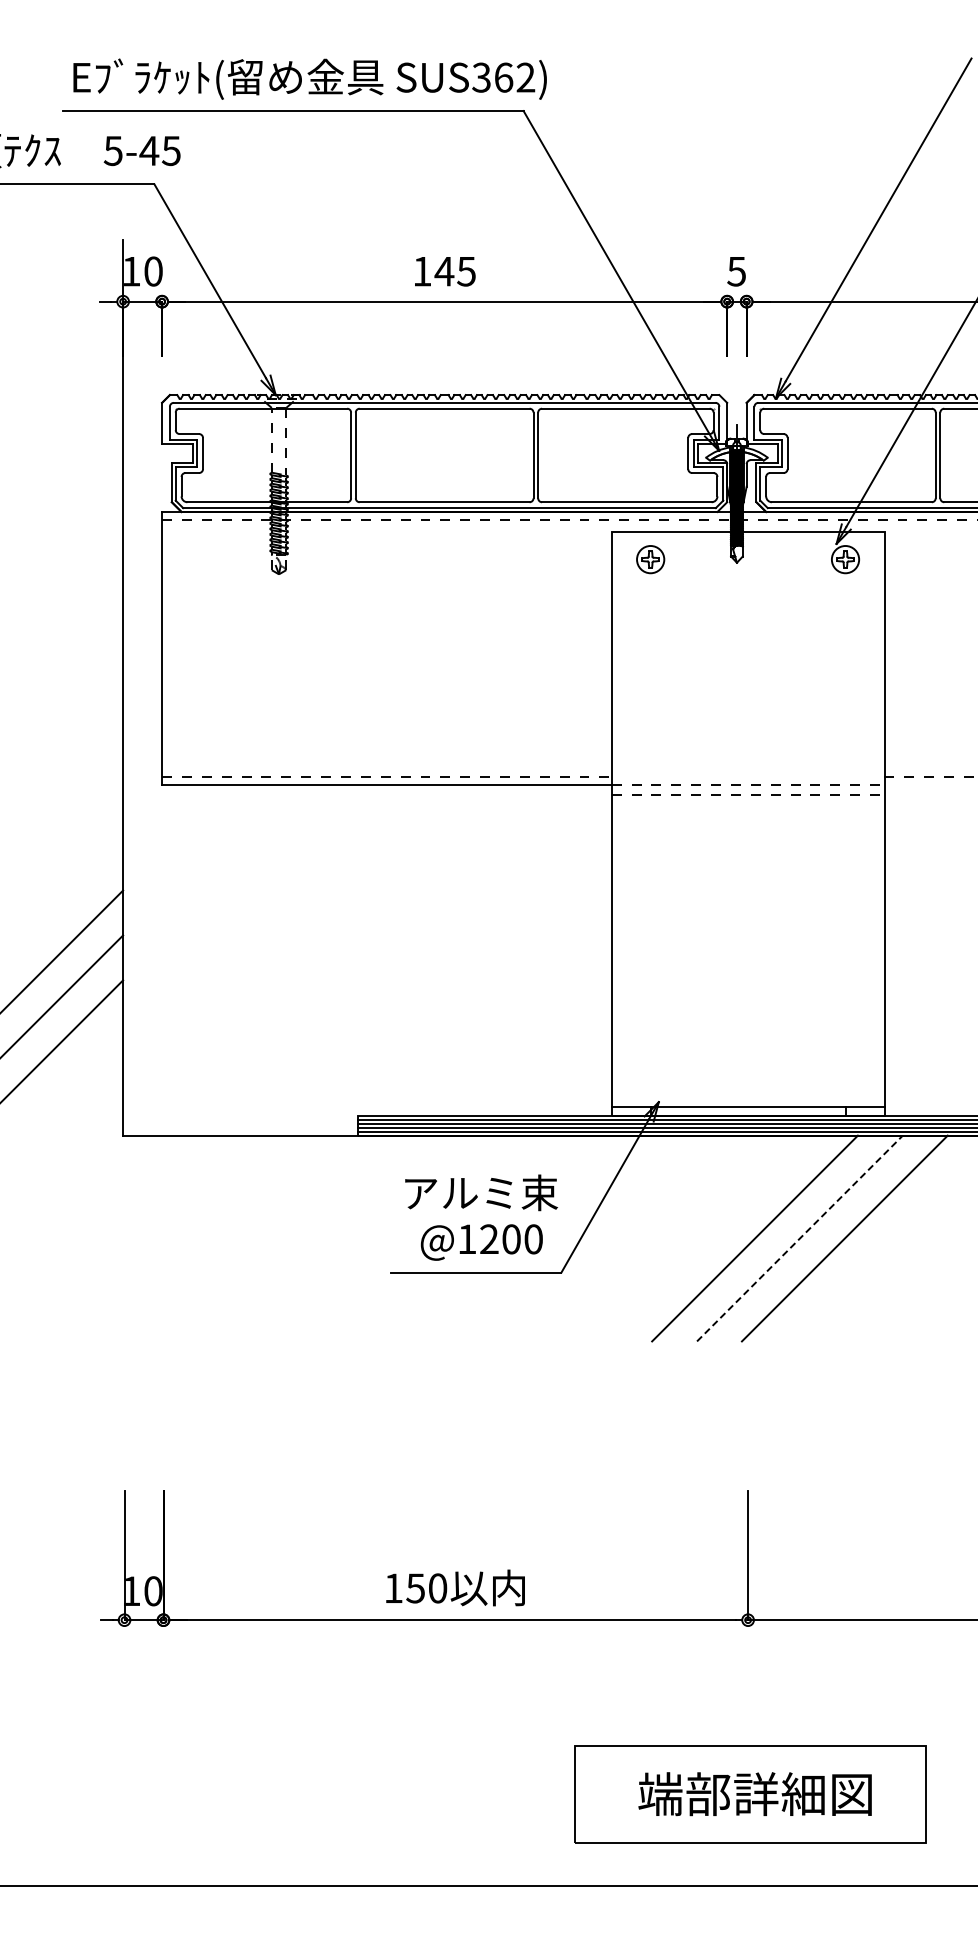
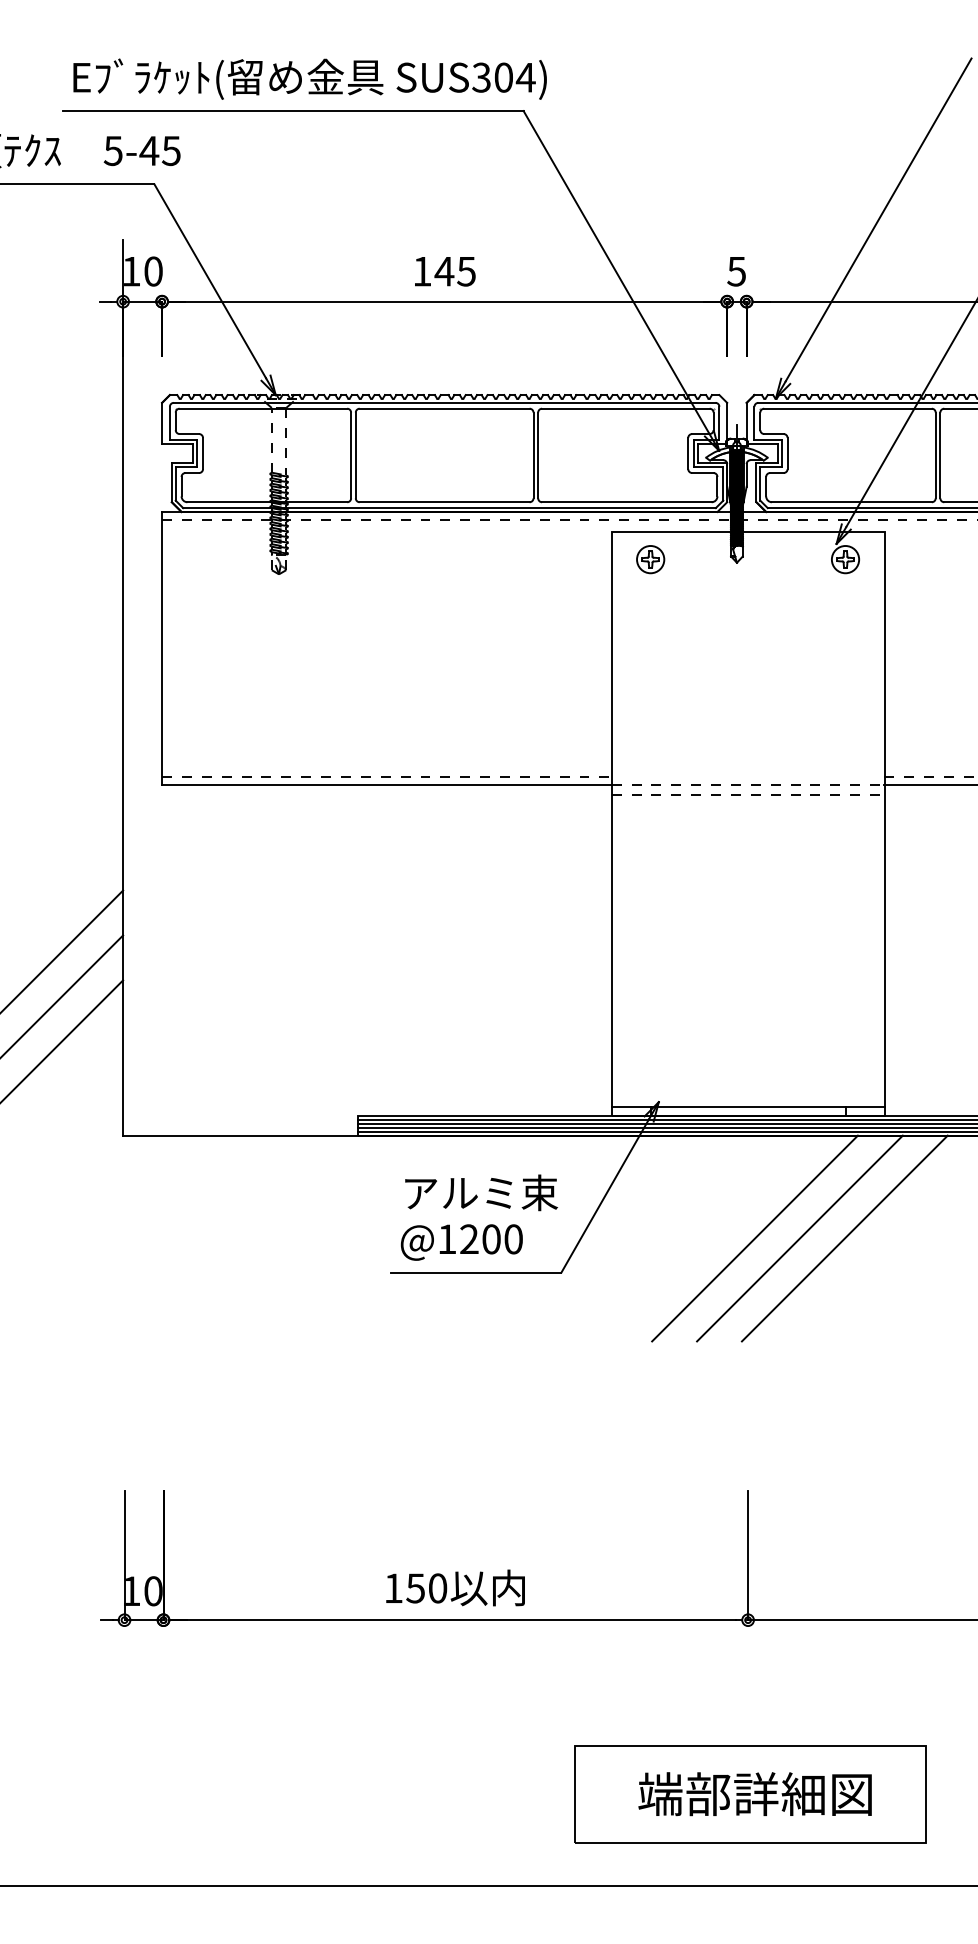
text at (514, 77): SUS362) -> SUS304)
line at (929, 784): none -> present
line at (799, 1238): dashed -> solid
text at (481, 1242) position: (481, 1242) -> (461, 1242)
